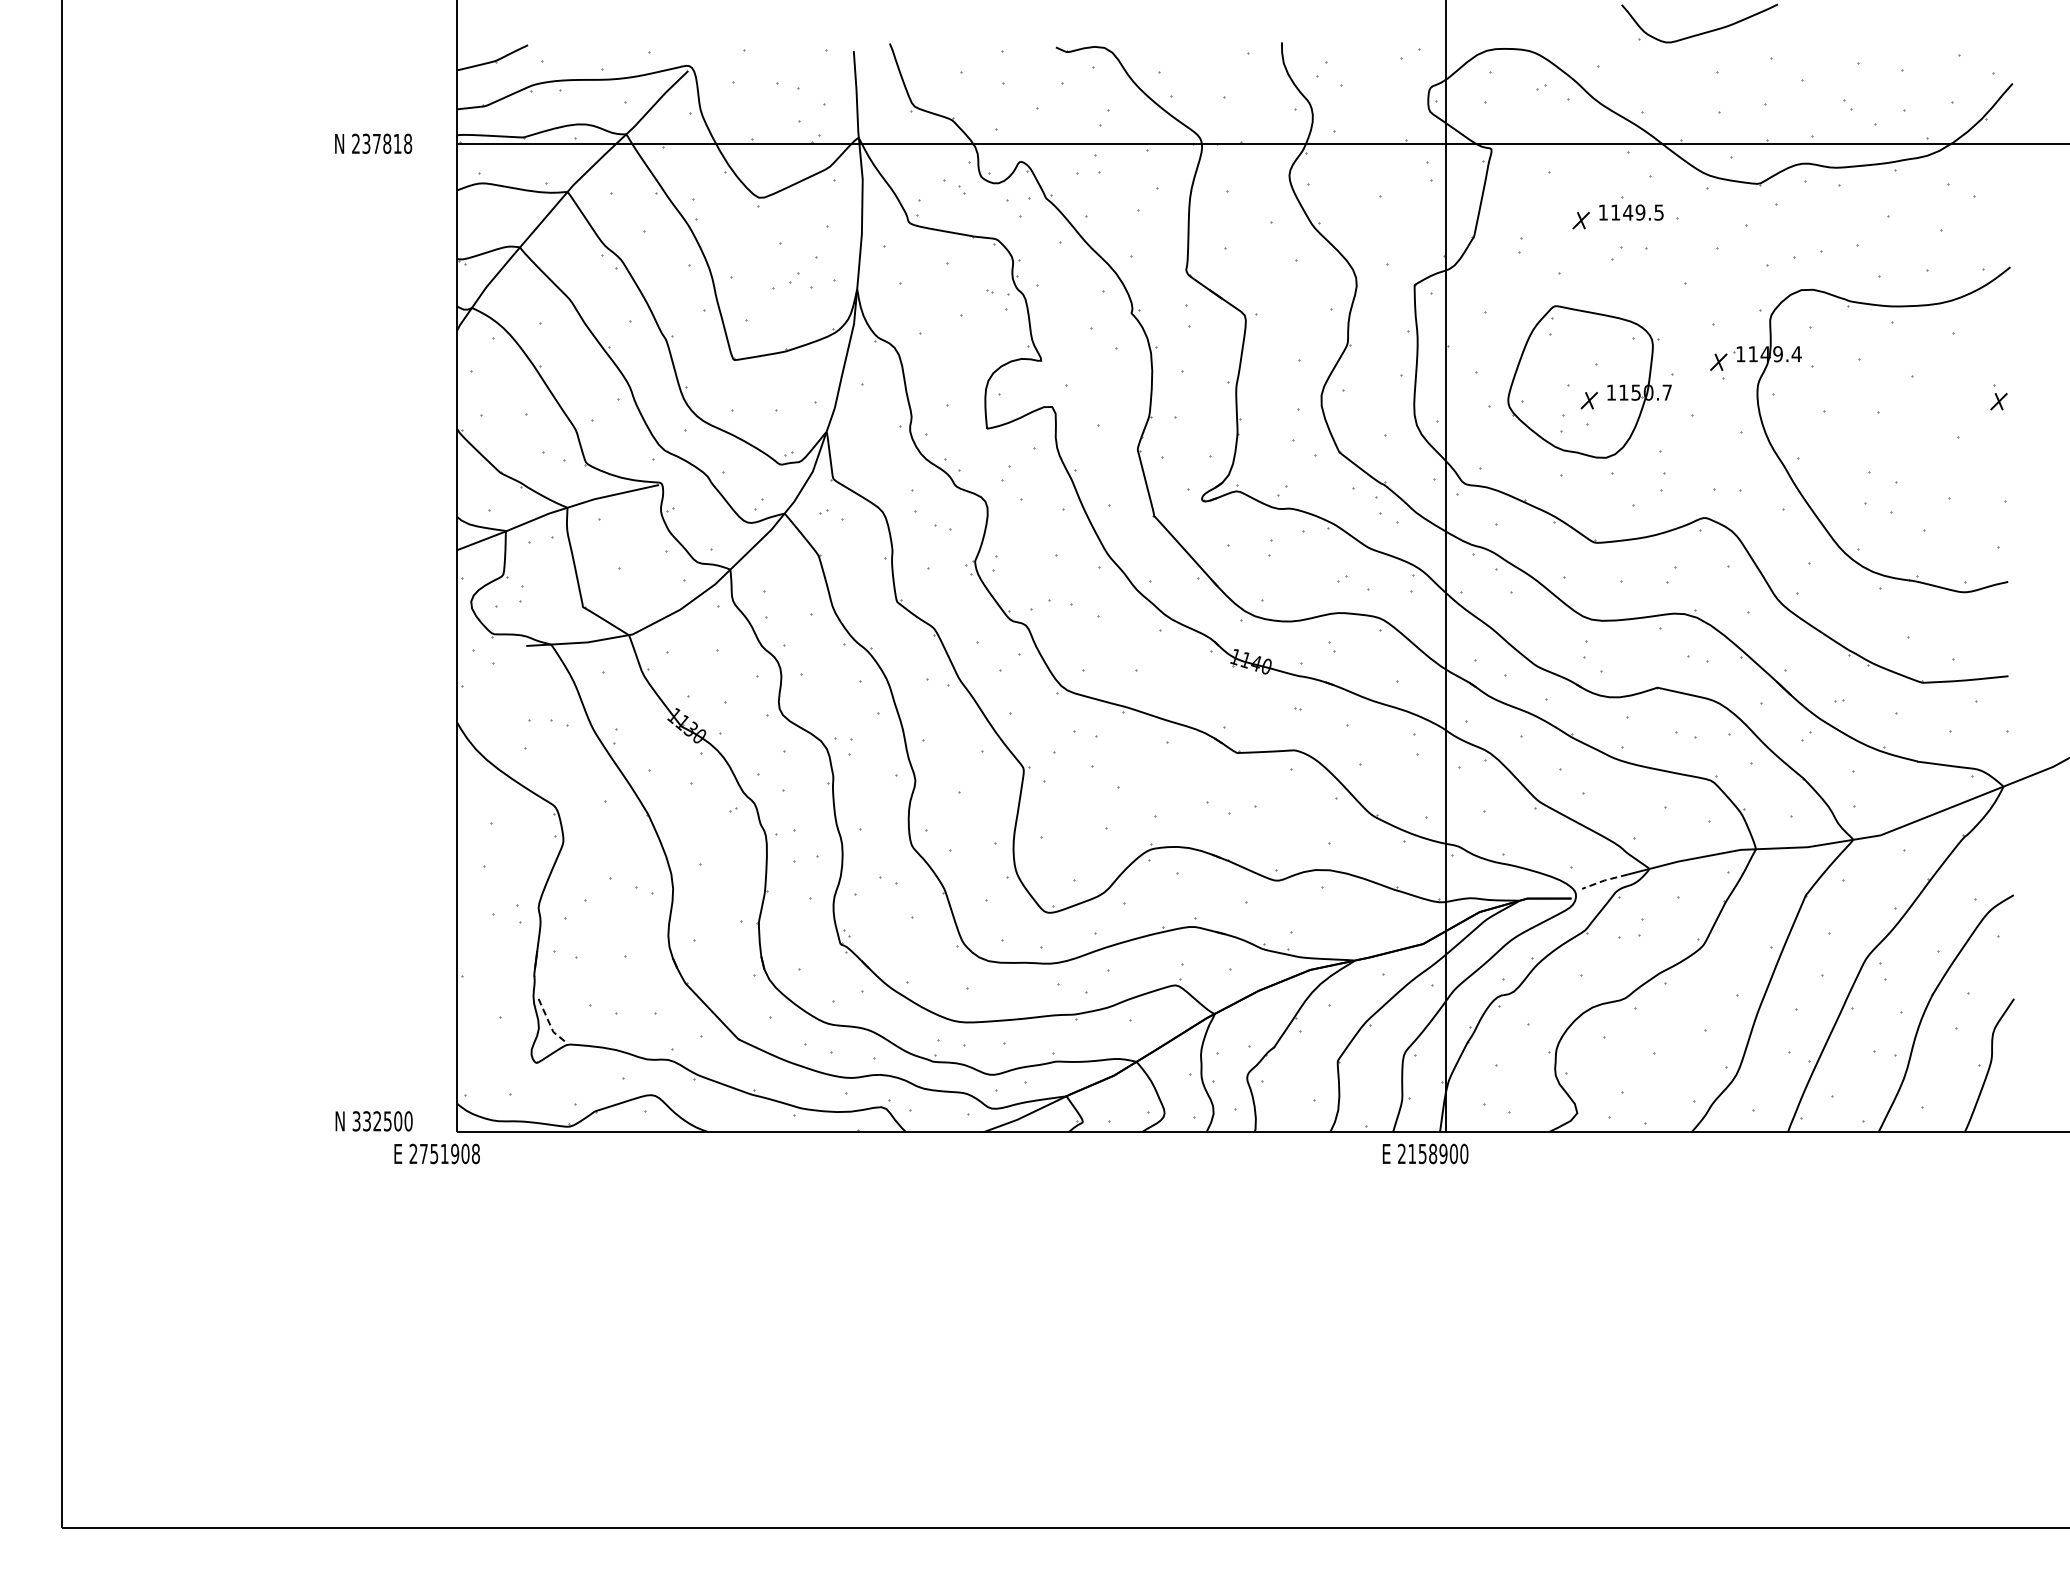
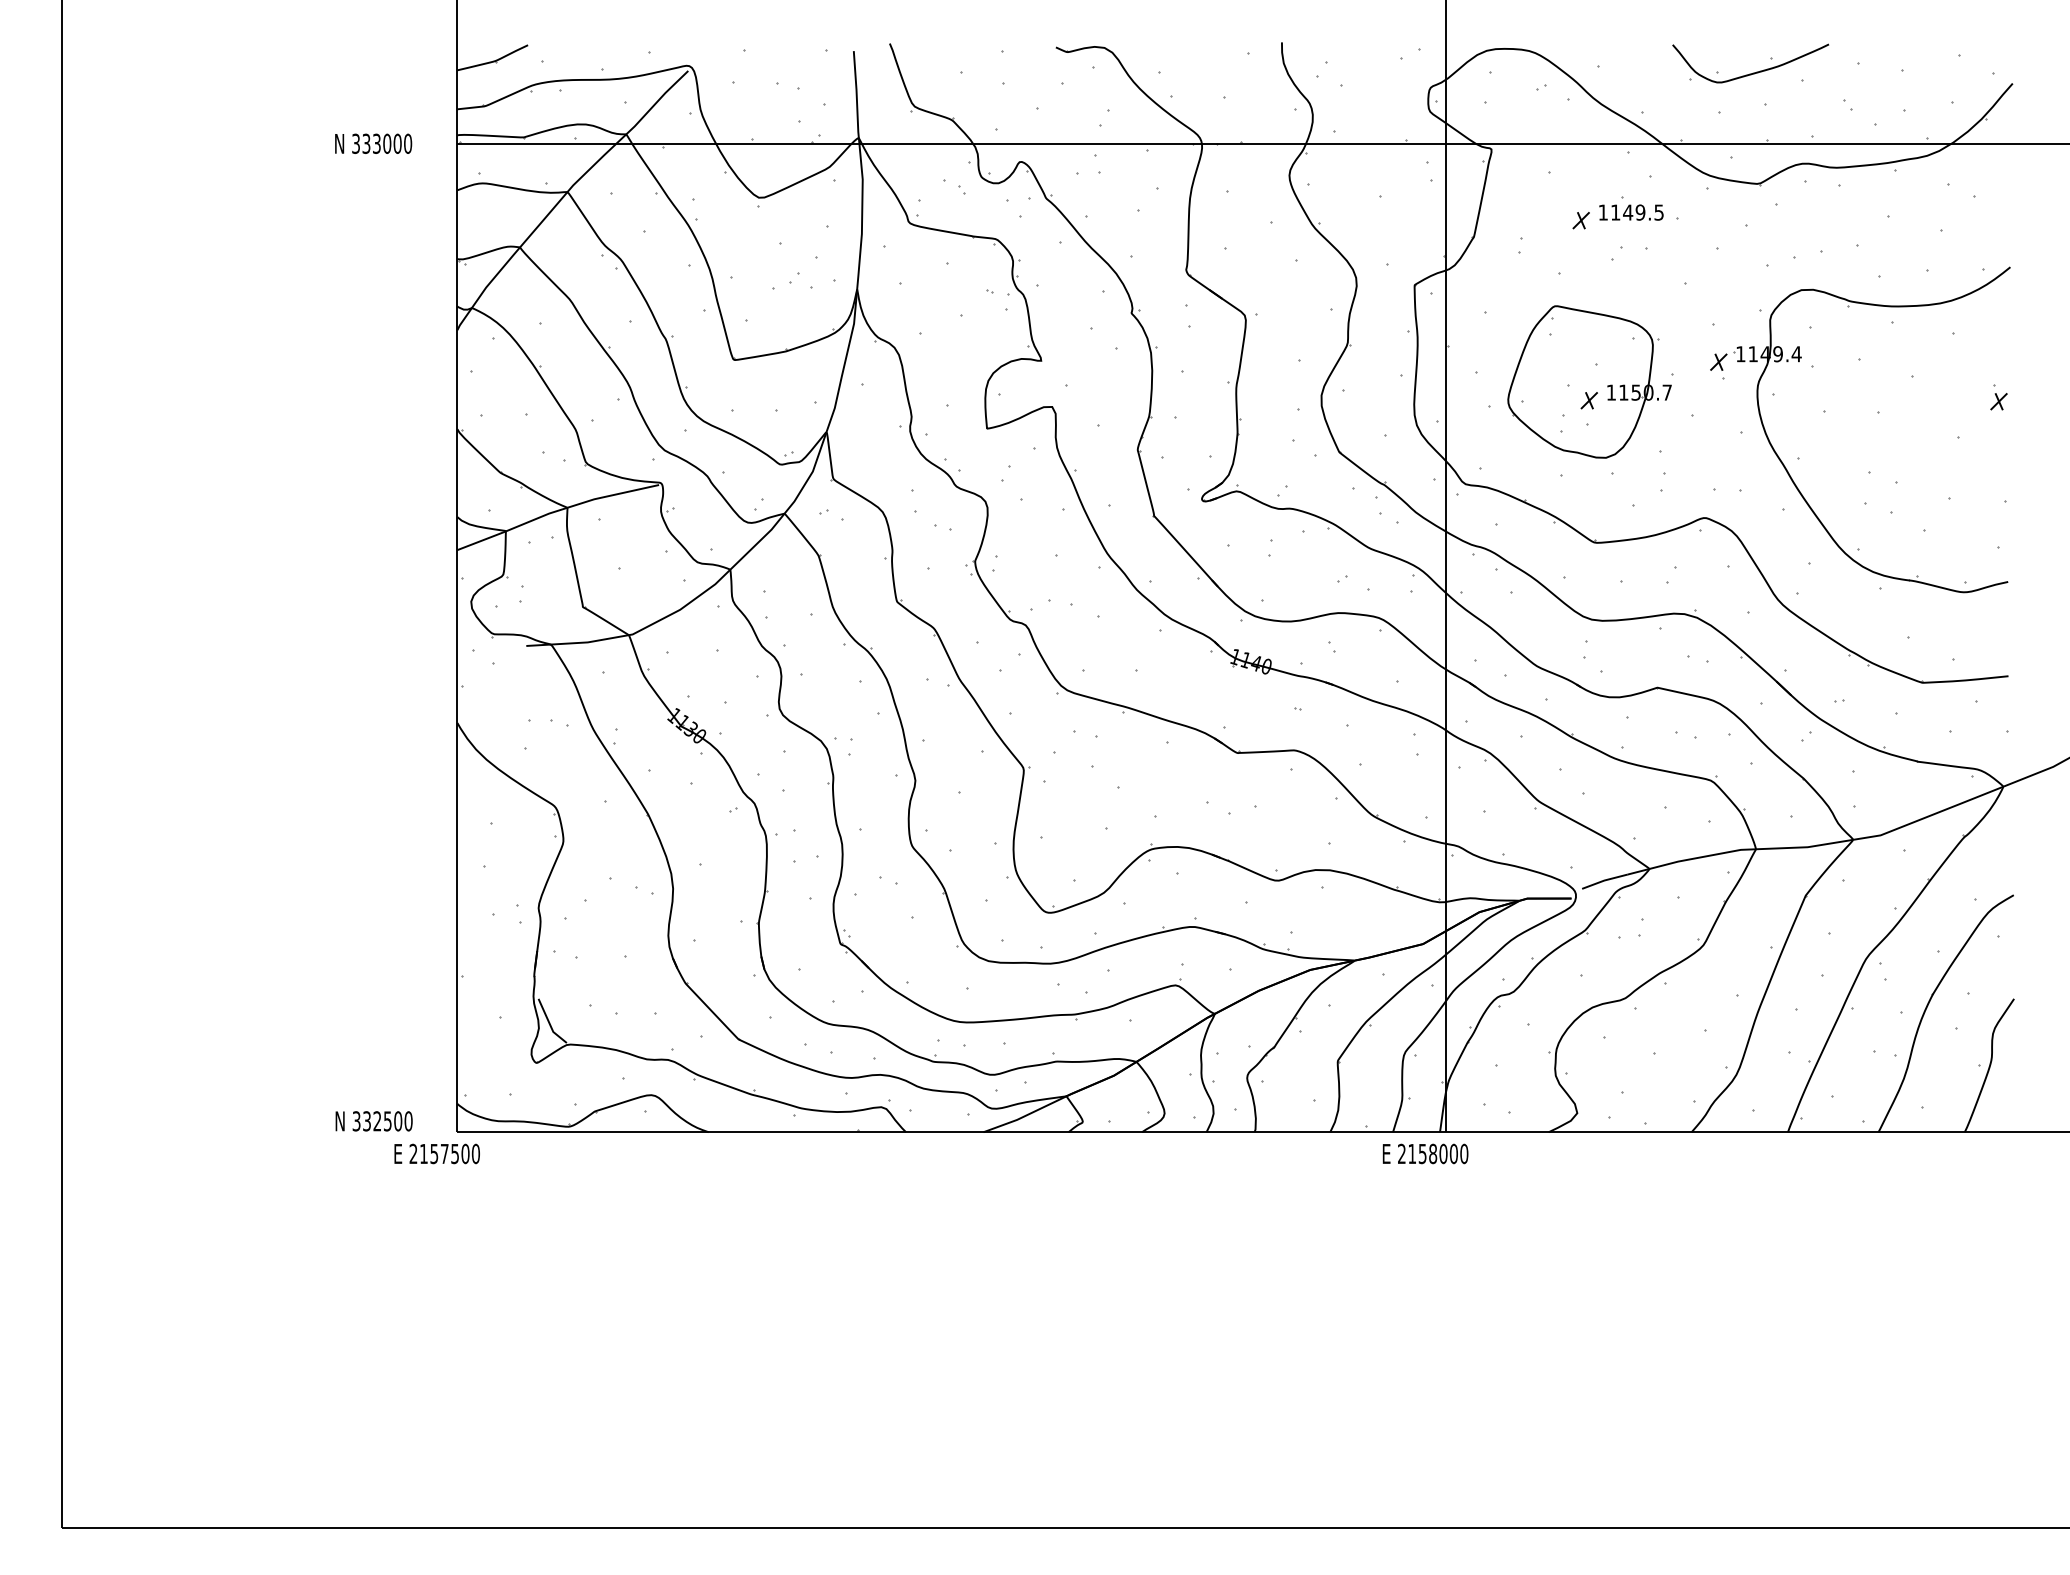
part at (1702, 32) position: (1702, 32) -> (1753, 72)
text at (382, 143): 237818 -> 333000
line at (1604, 880): dashed -> solid
line at (549, 1023): dashed -> solid
text at (449, 1153): 2751908 -> 2157500
text at (1443, 1154): 2158900 -> 2158000
